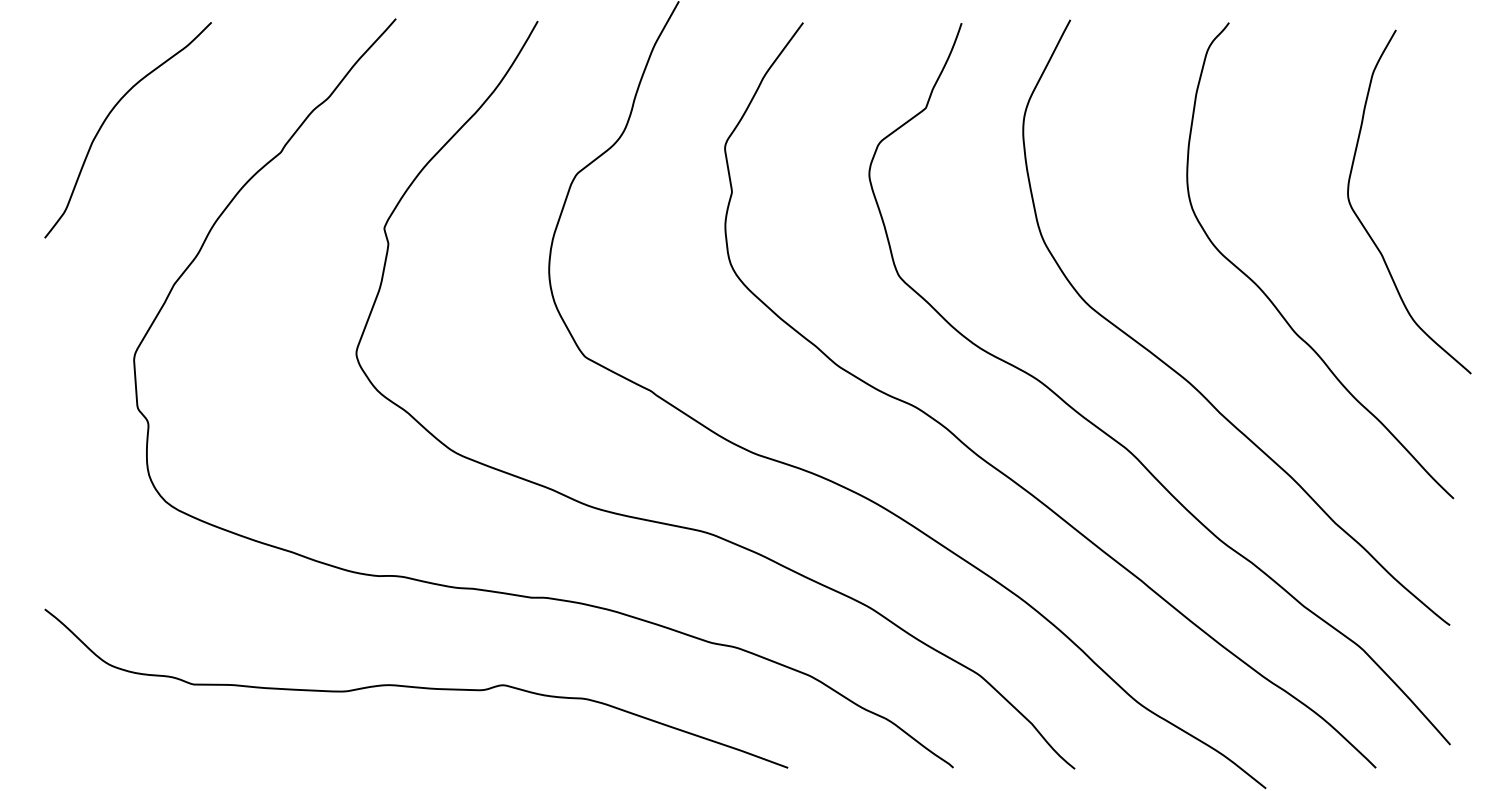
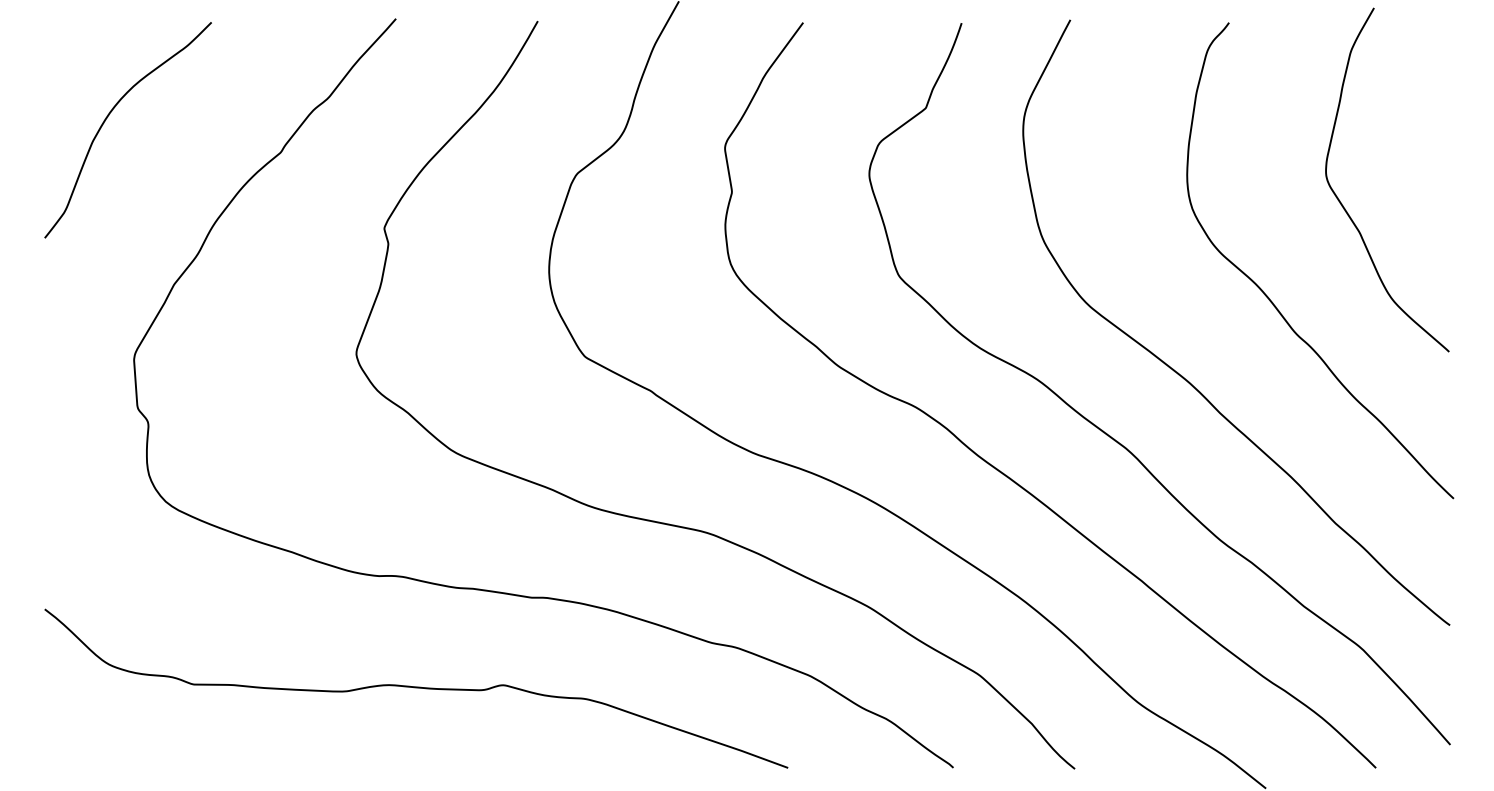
curve at (1364, 225) position: (1364, 225) -> (1342, 203)
